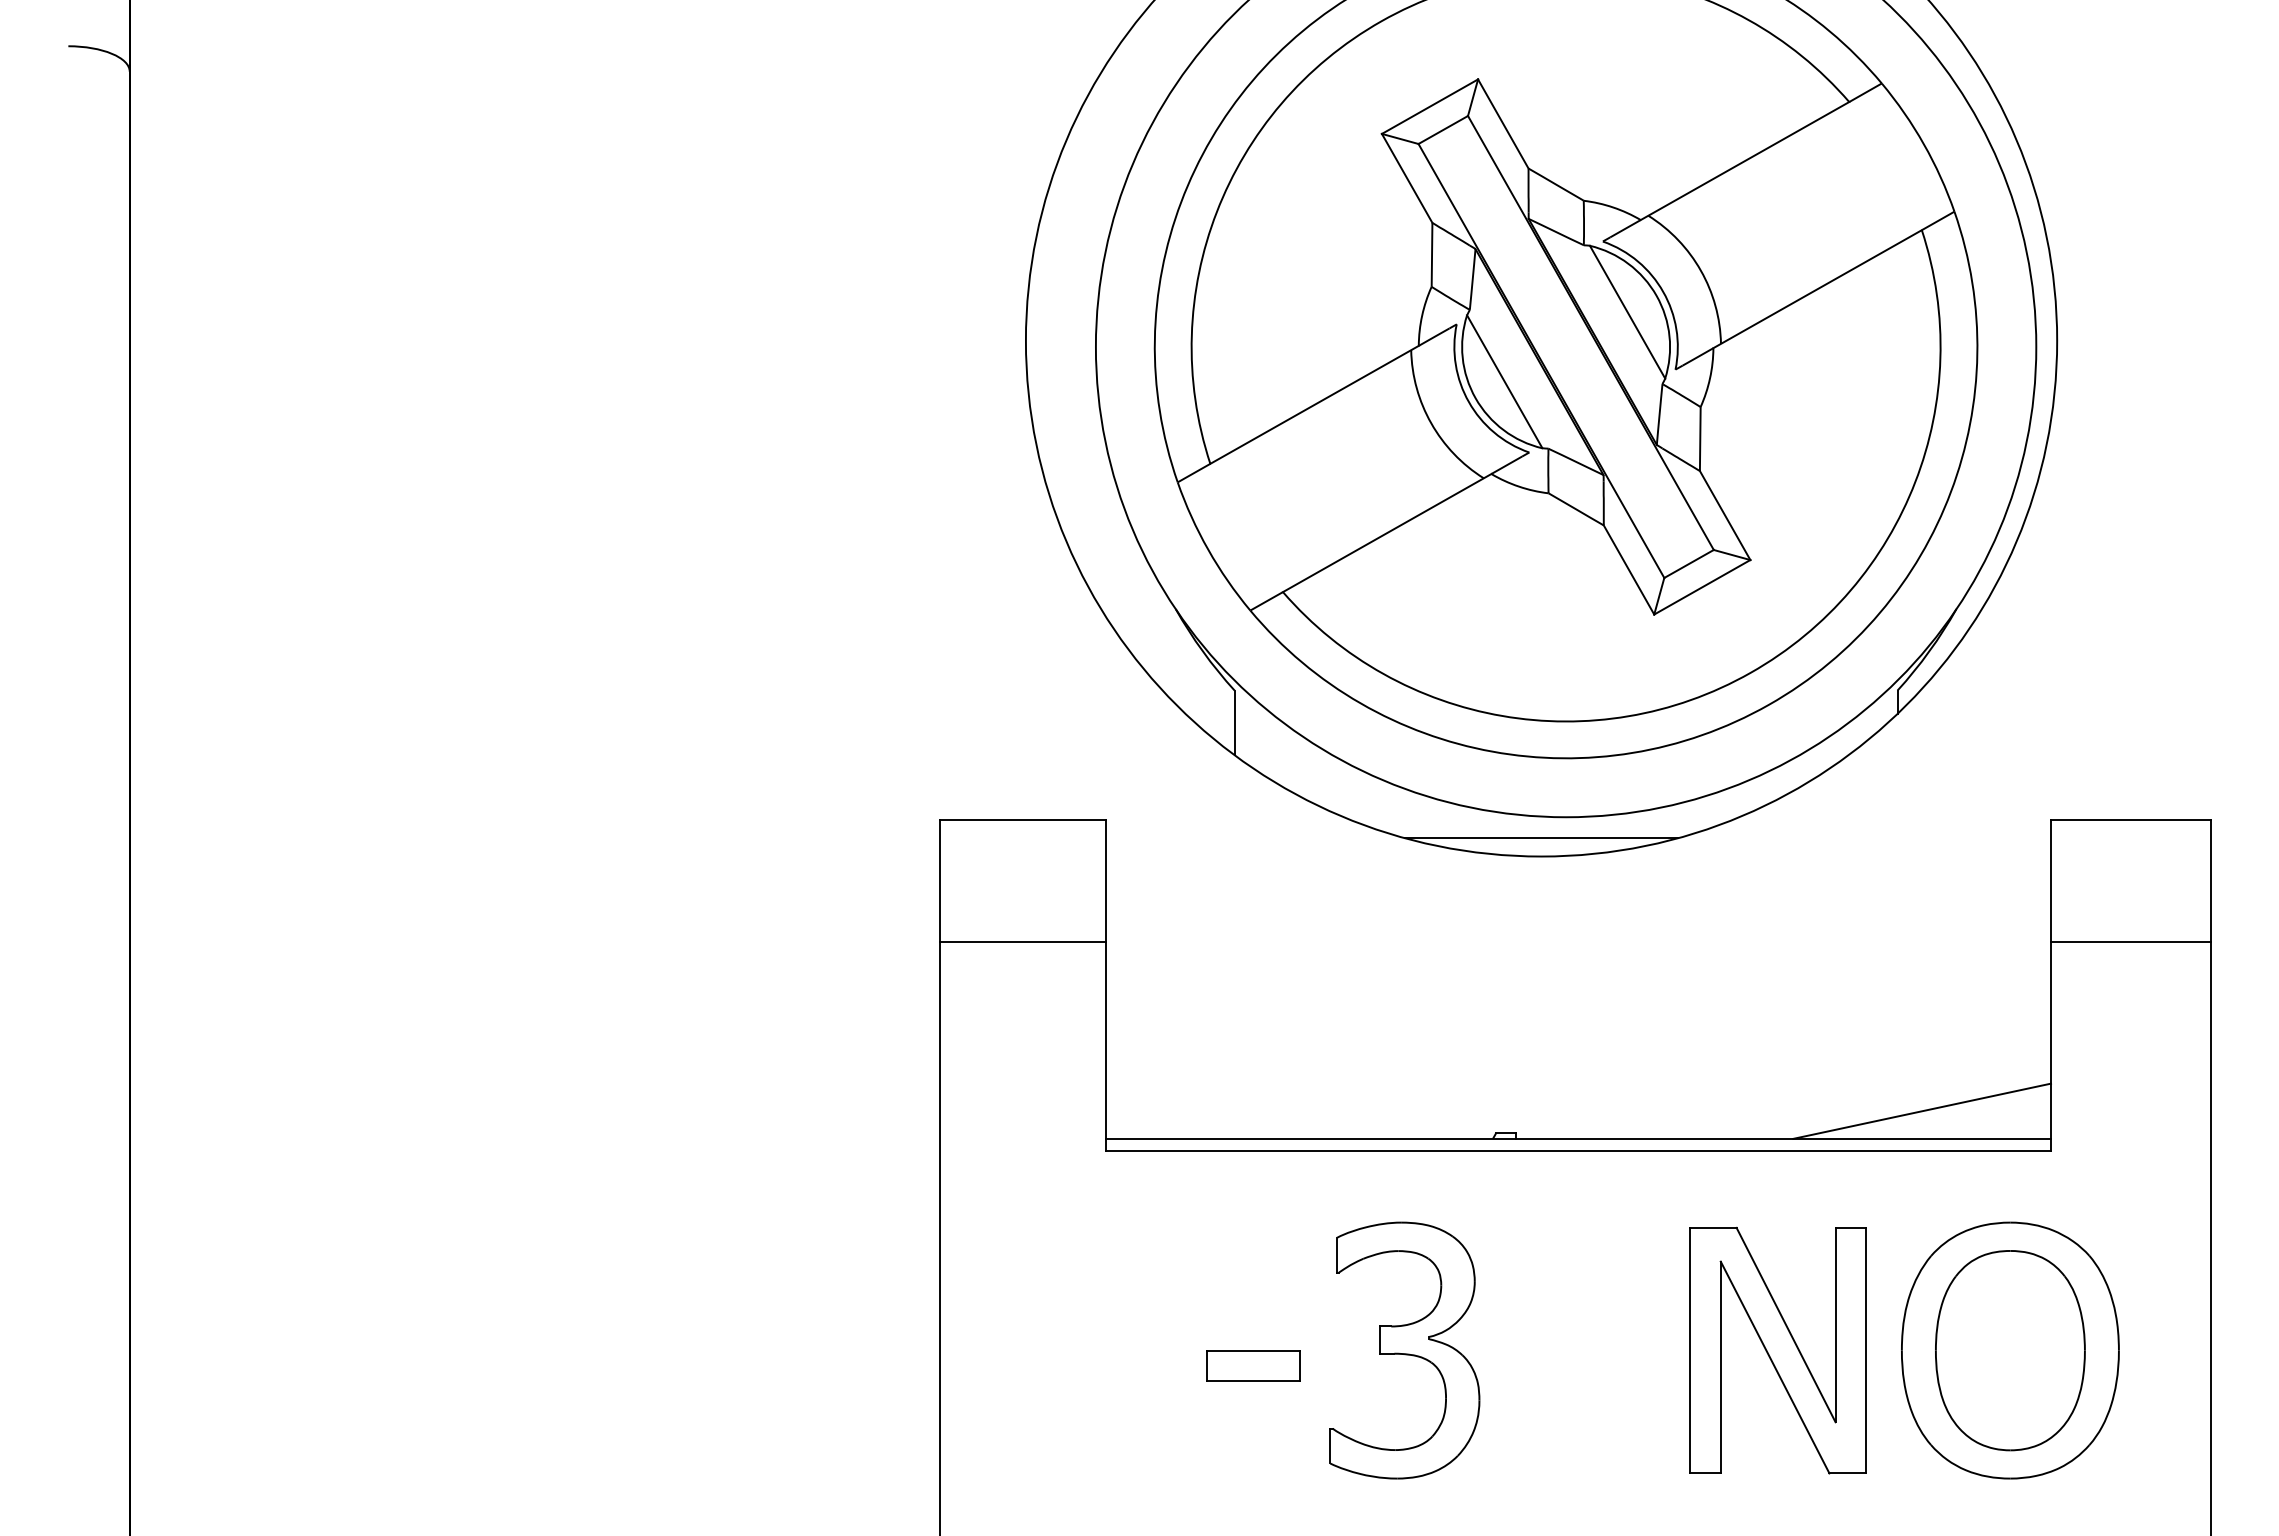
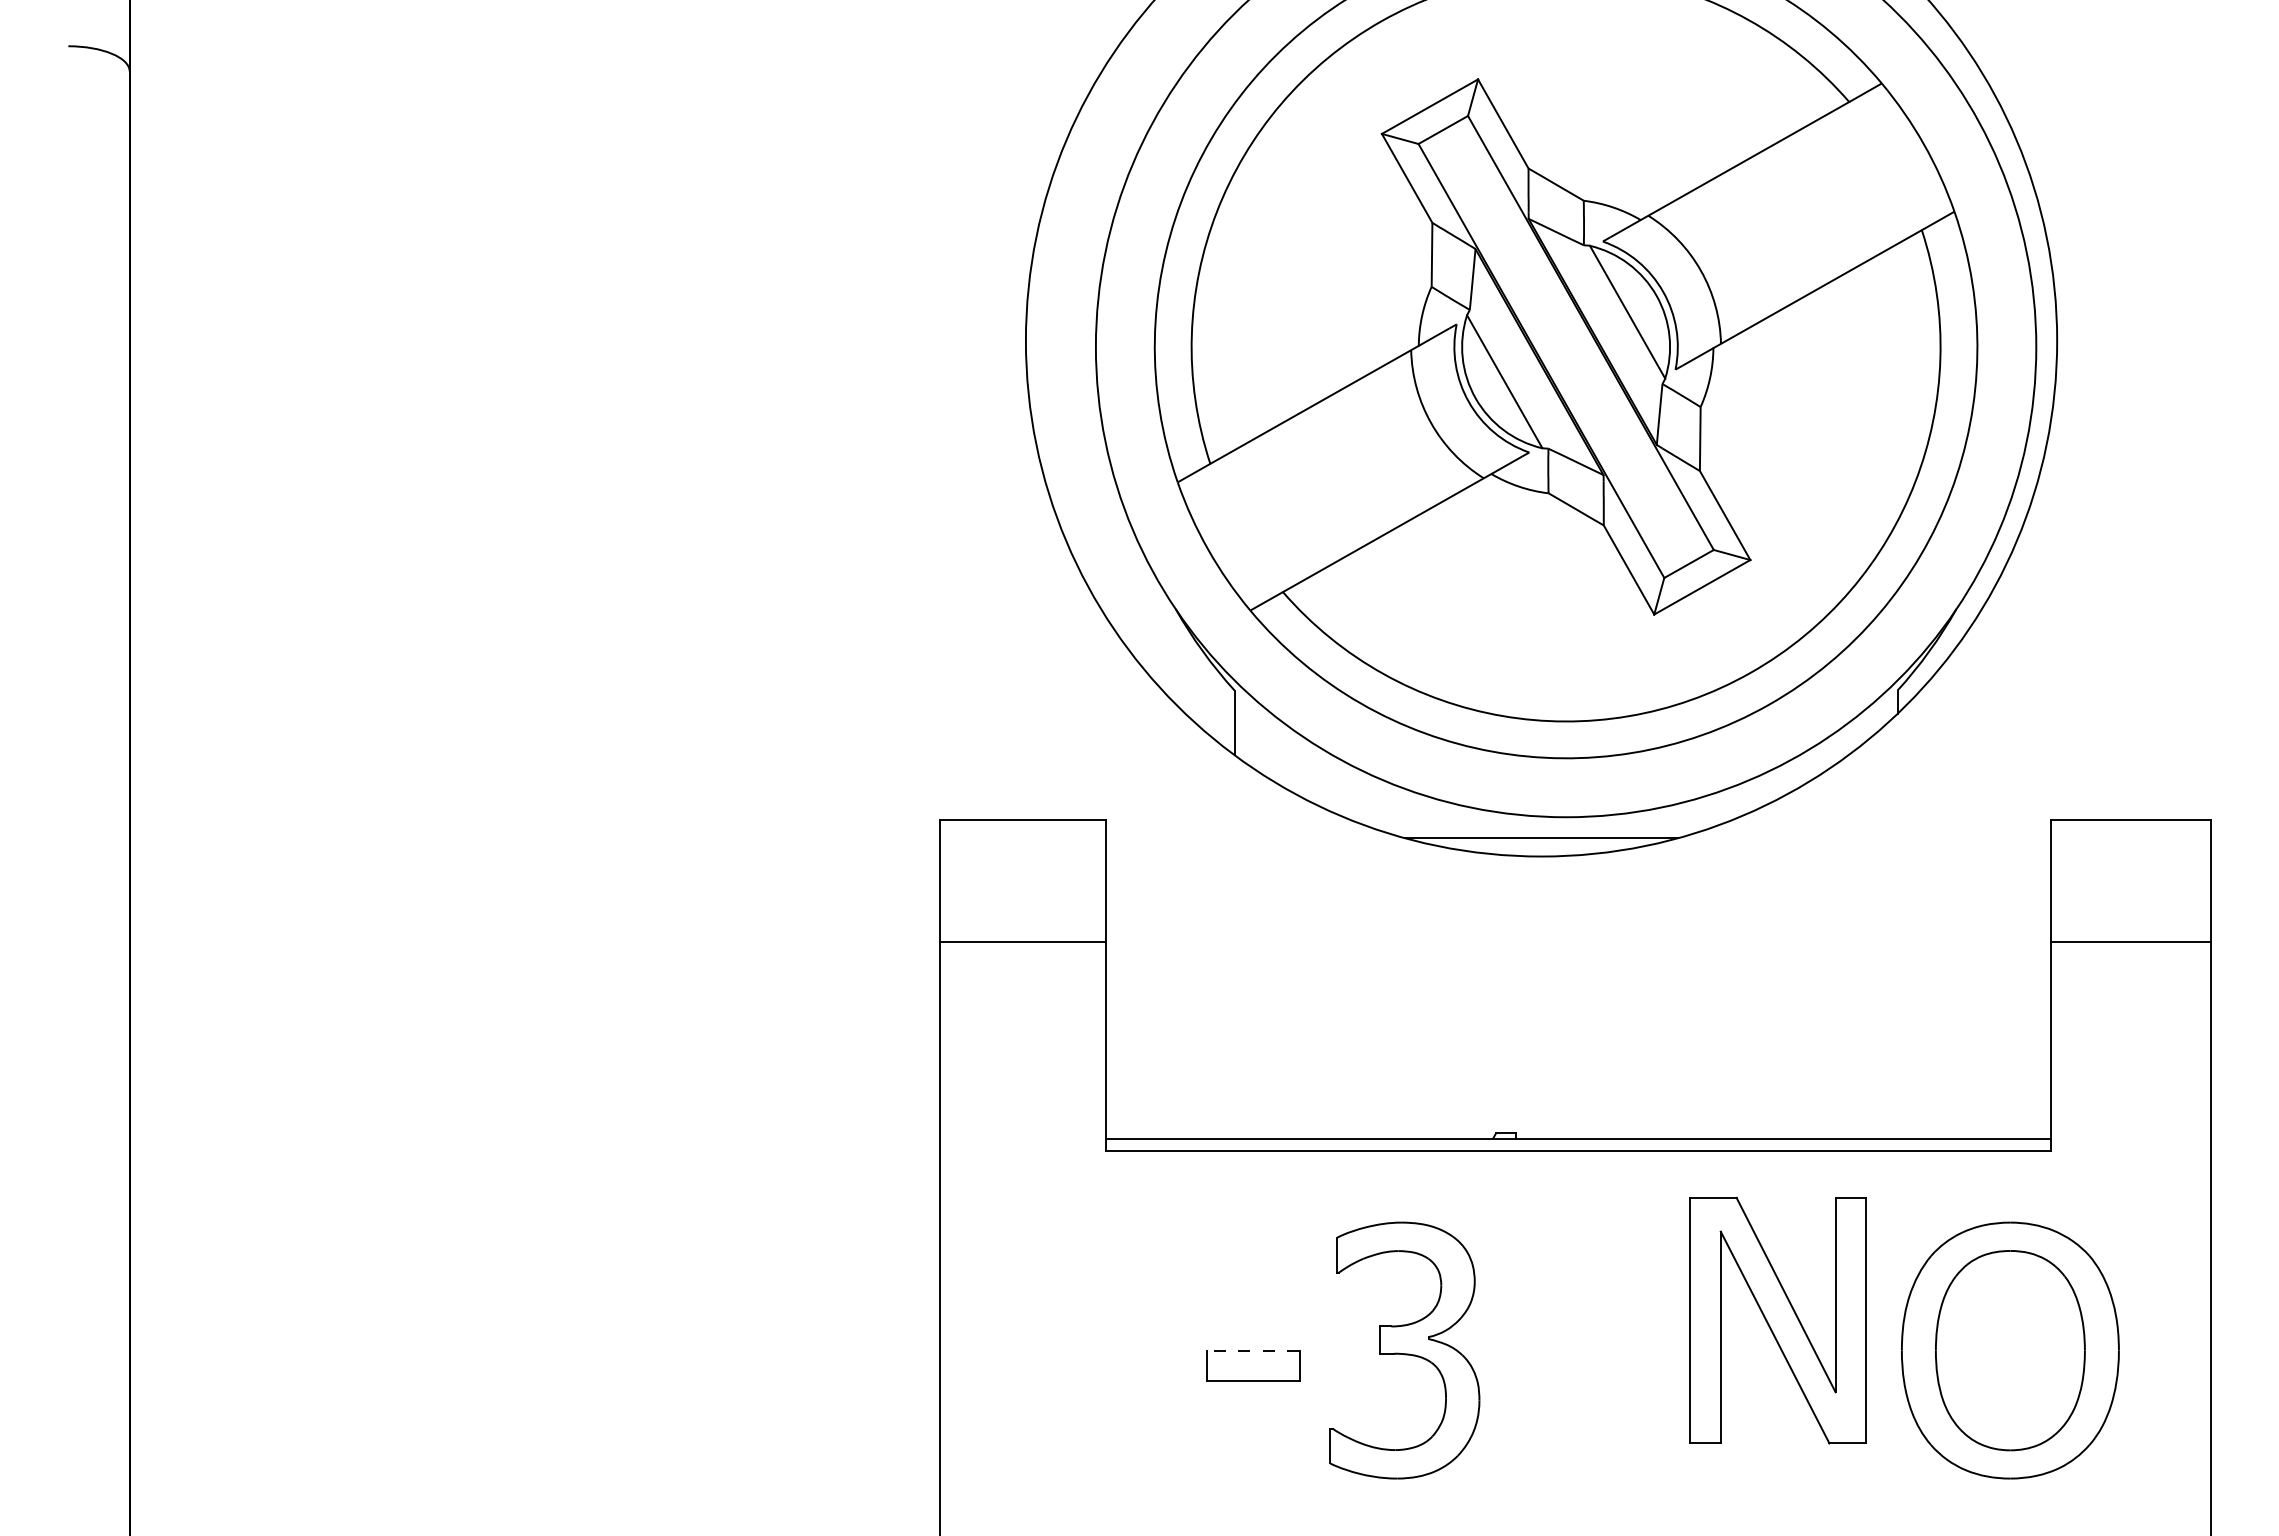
line at (1922, 1110): present -> none
part at (1777, 1350) position: (1777, 1350) -> (1777, 1320)
line at (1252, 1351): solid -> dashed
